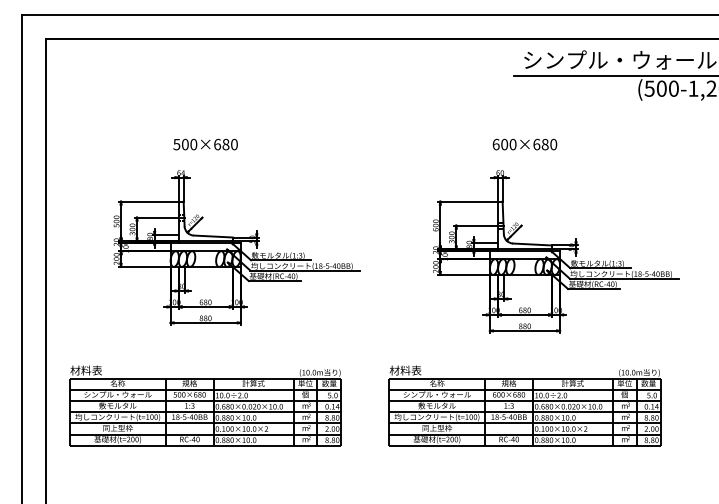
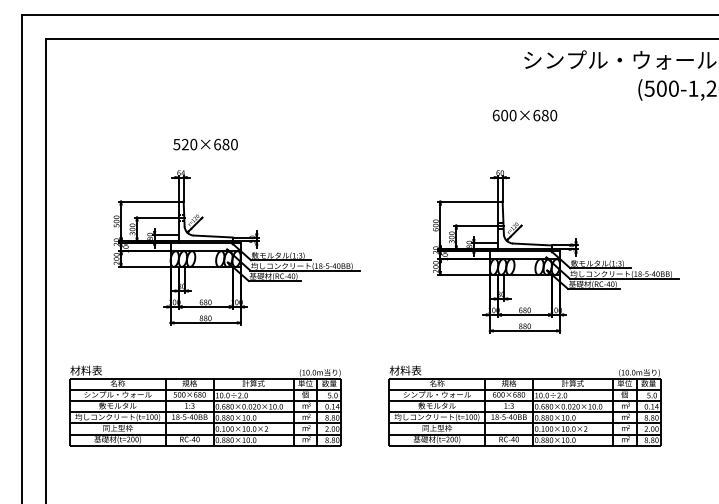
line at (614, 76): present -> none
text at (184, 144): 500×680 -> 520×680
text at (524, 144) position: (524, 144) -> (524, 115)
